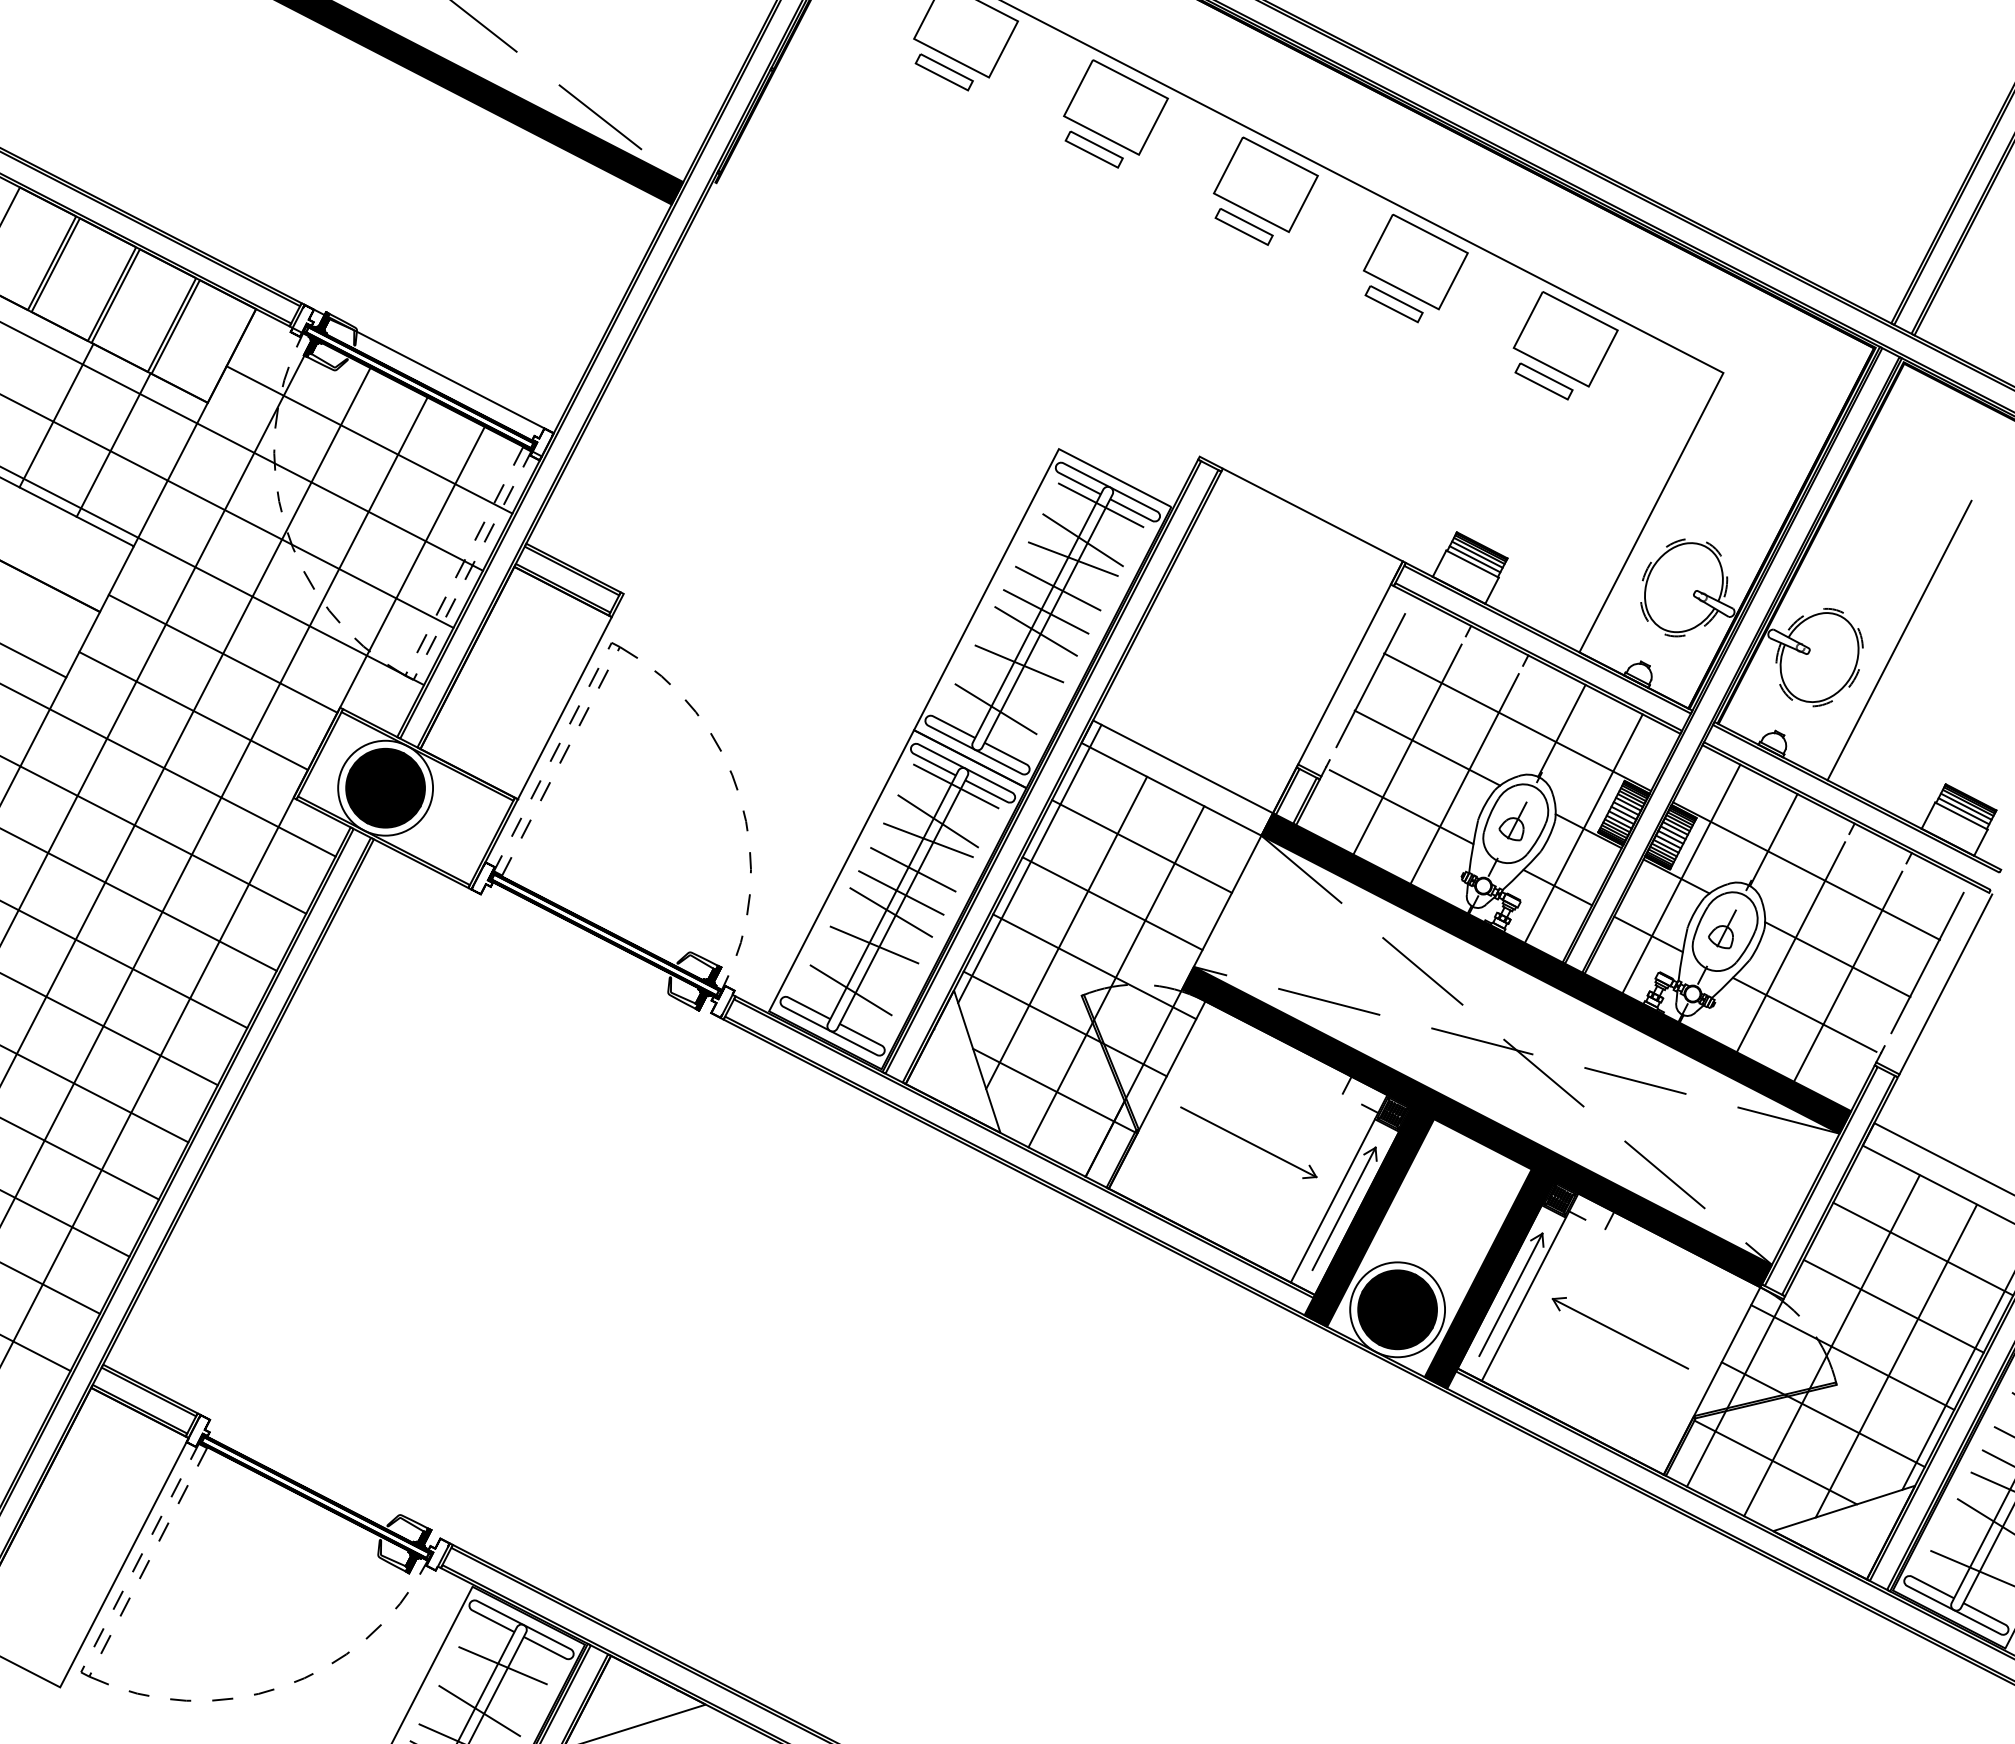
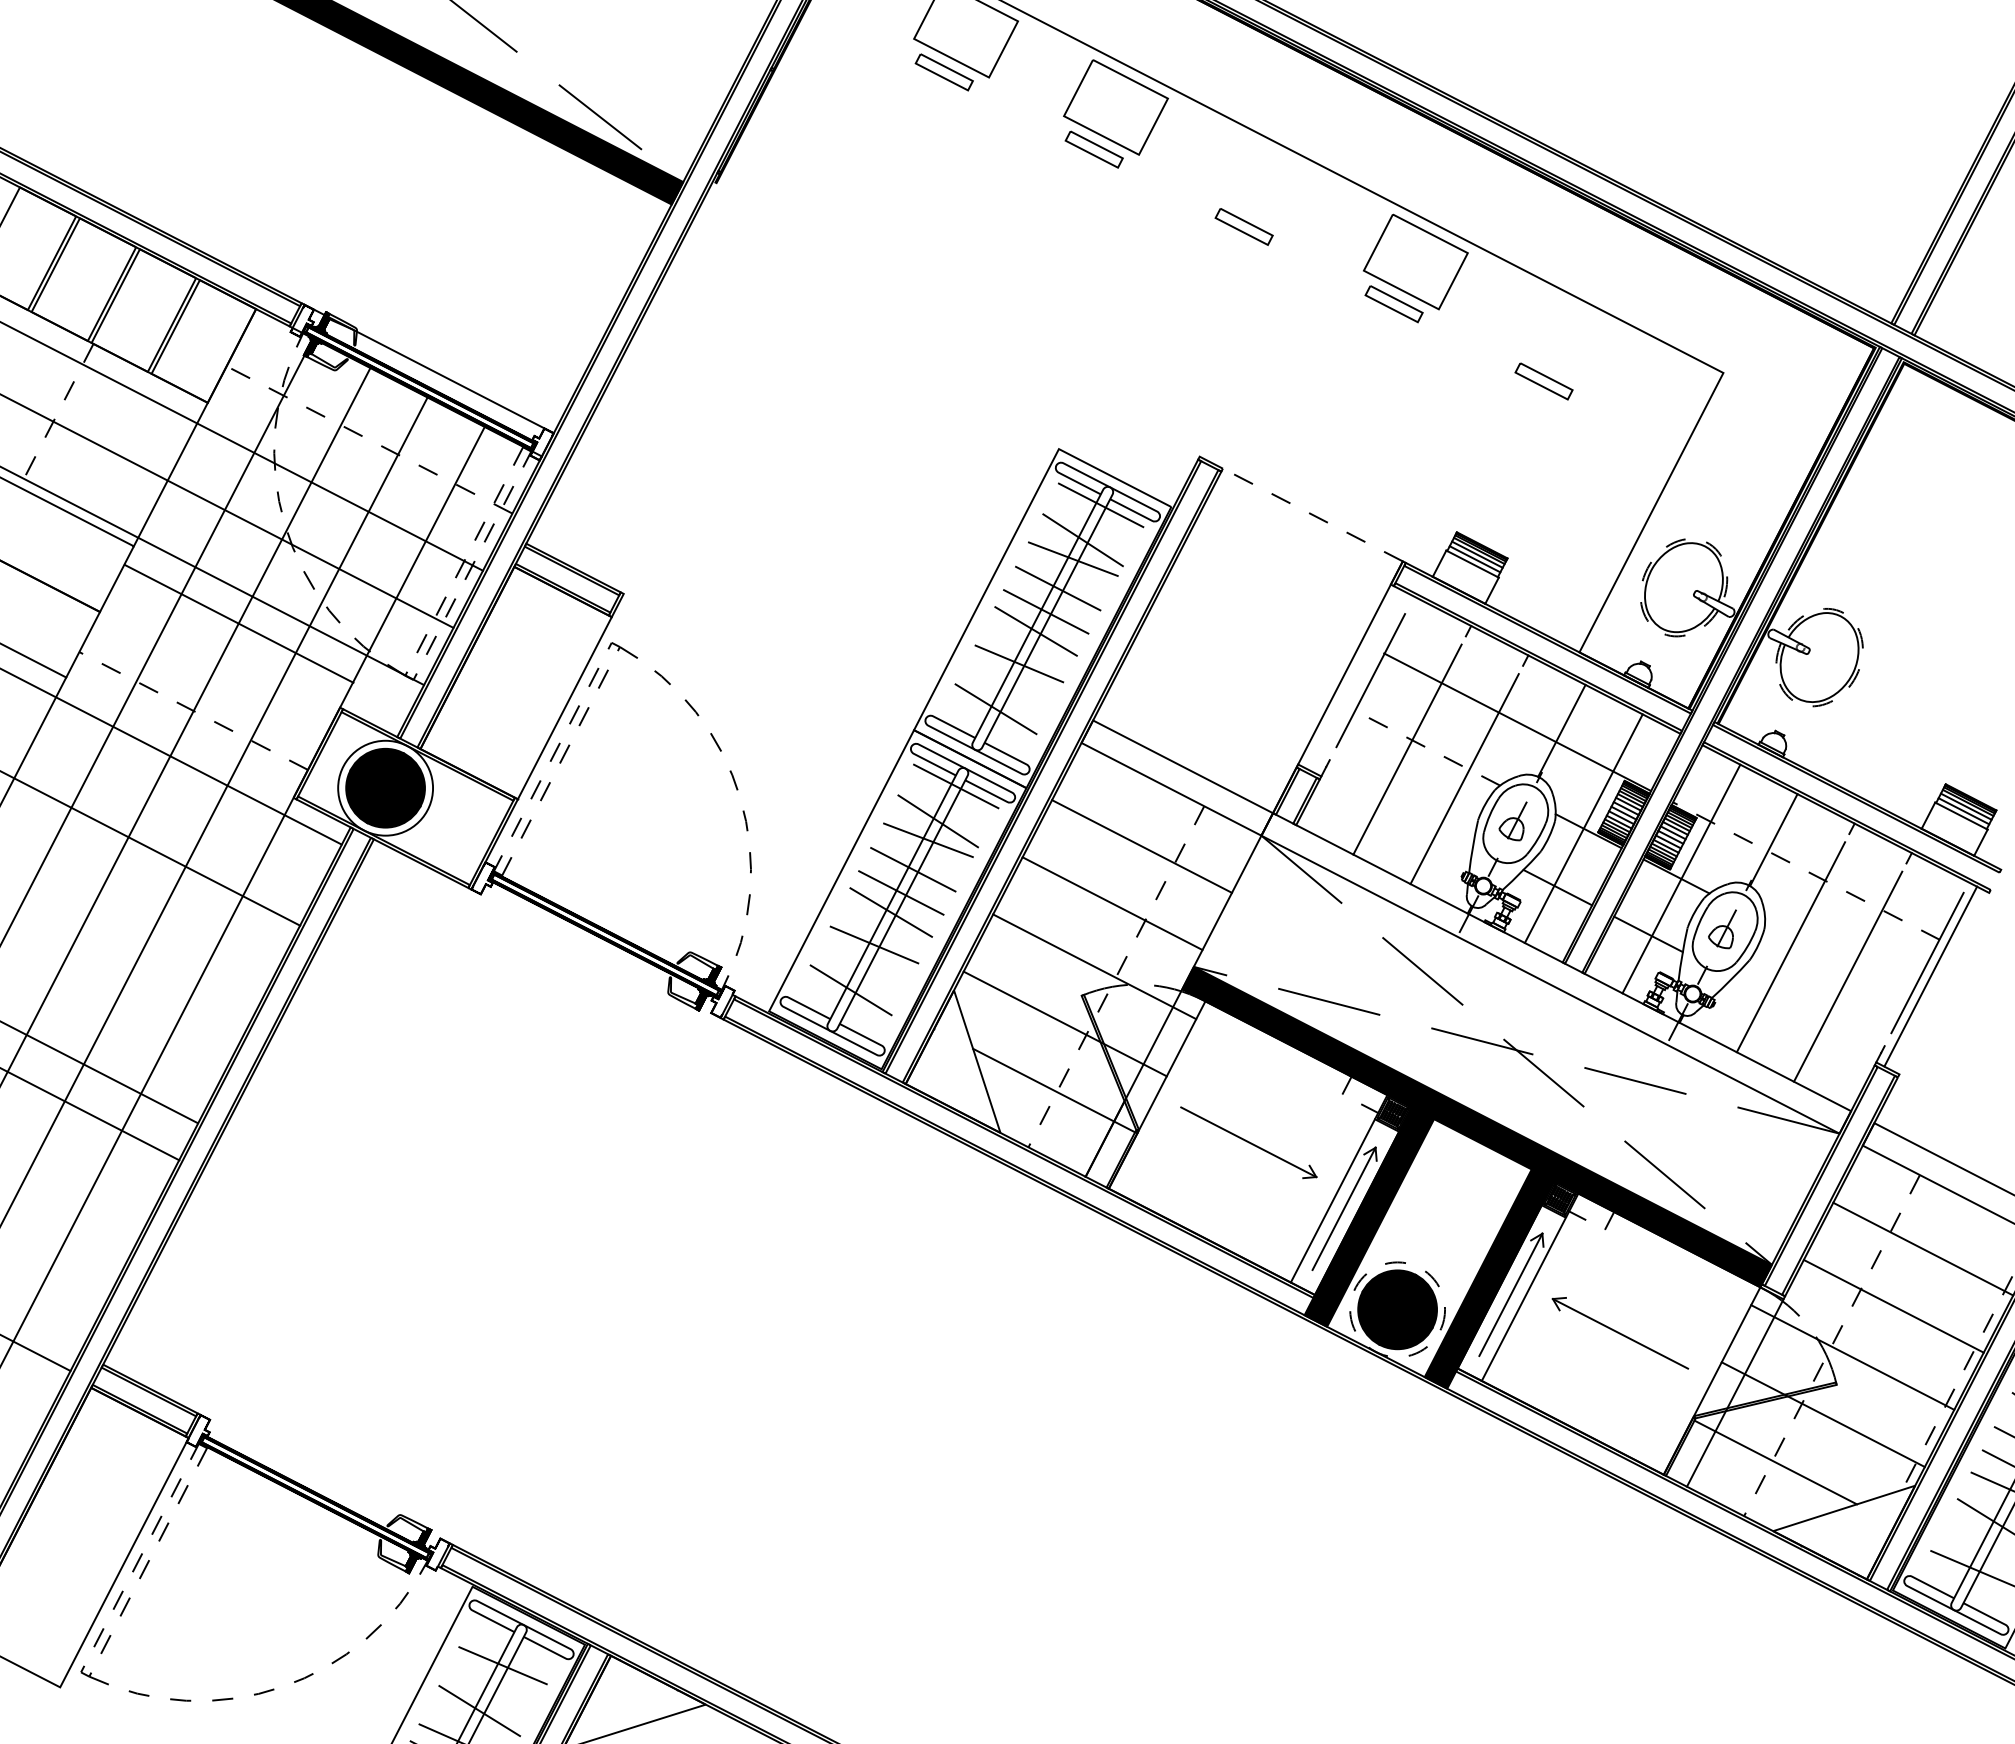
part at (1265, 184): present -> none
part at (1565, 339): present -> none
line at (56, 415): solid -> dashed
line at (369, 439): solid -> dashed
line at (113, 444): present -> none
line at (1312, 514): solid -> dashed
line at (1899, 640): present -> none
line at (222, 653) position: (222, 653) -> (238, 623)
line at (193, 711): solid -> dashed
line at (1427, 748): solid -> dashed
line at (168, 770) position: (168, 770) -> (171, 756)
line at (1401, 807): present -> none
line at (154, 834) position: (154, 834) -> (151, 848)
line at (1029, 863): present -> none
line at (1806, 870): solid -> dashed
line at (139, 899): present -> none
line at (1066, 932): present -> none
line at (1837, 959): present -> none
line at (124, 964): present -> none
fill at (1556, 973): present -> none
line at (1116, 976): solid -> dashed
line at (1945, 984) position: (1945, 984) -> (1930, 976)
line at (1804, 1014): present -> none
line at (109, 1029) position: (109, 1029) -> (99, 1072)
line at (95, 1094) position: (95, 1094) -> (90, 1114)
line at (80, 1158): present -> none
line at (65, 1223): present -> none
line at (51, 1288): present -> none
circle at (1397, 1309): solid -> dashed
line at (1831, 1345): solid -> dashed
line at (1895, 1360): present -> none
line at (1958, 1380): solid -> dashed
